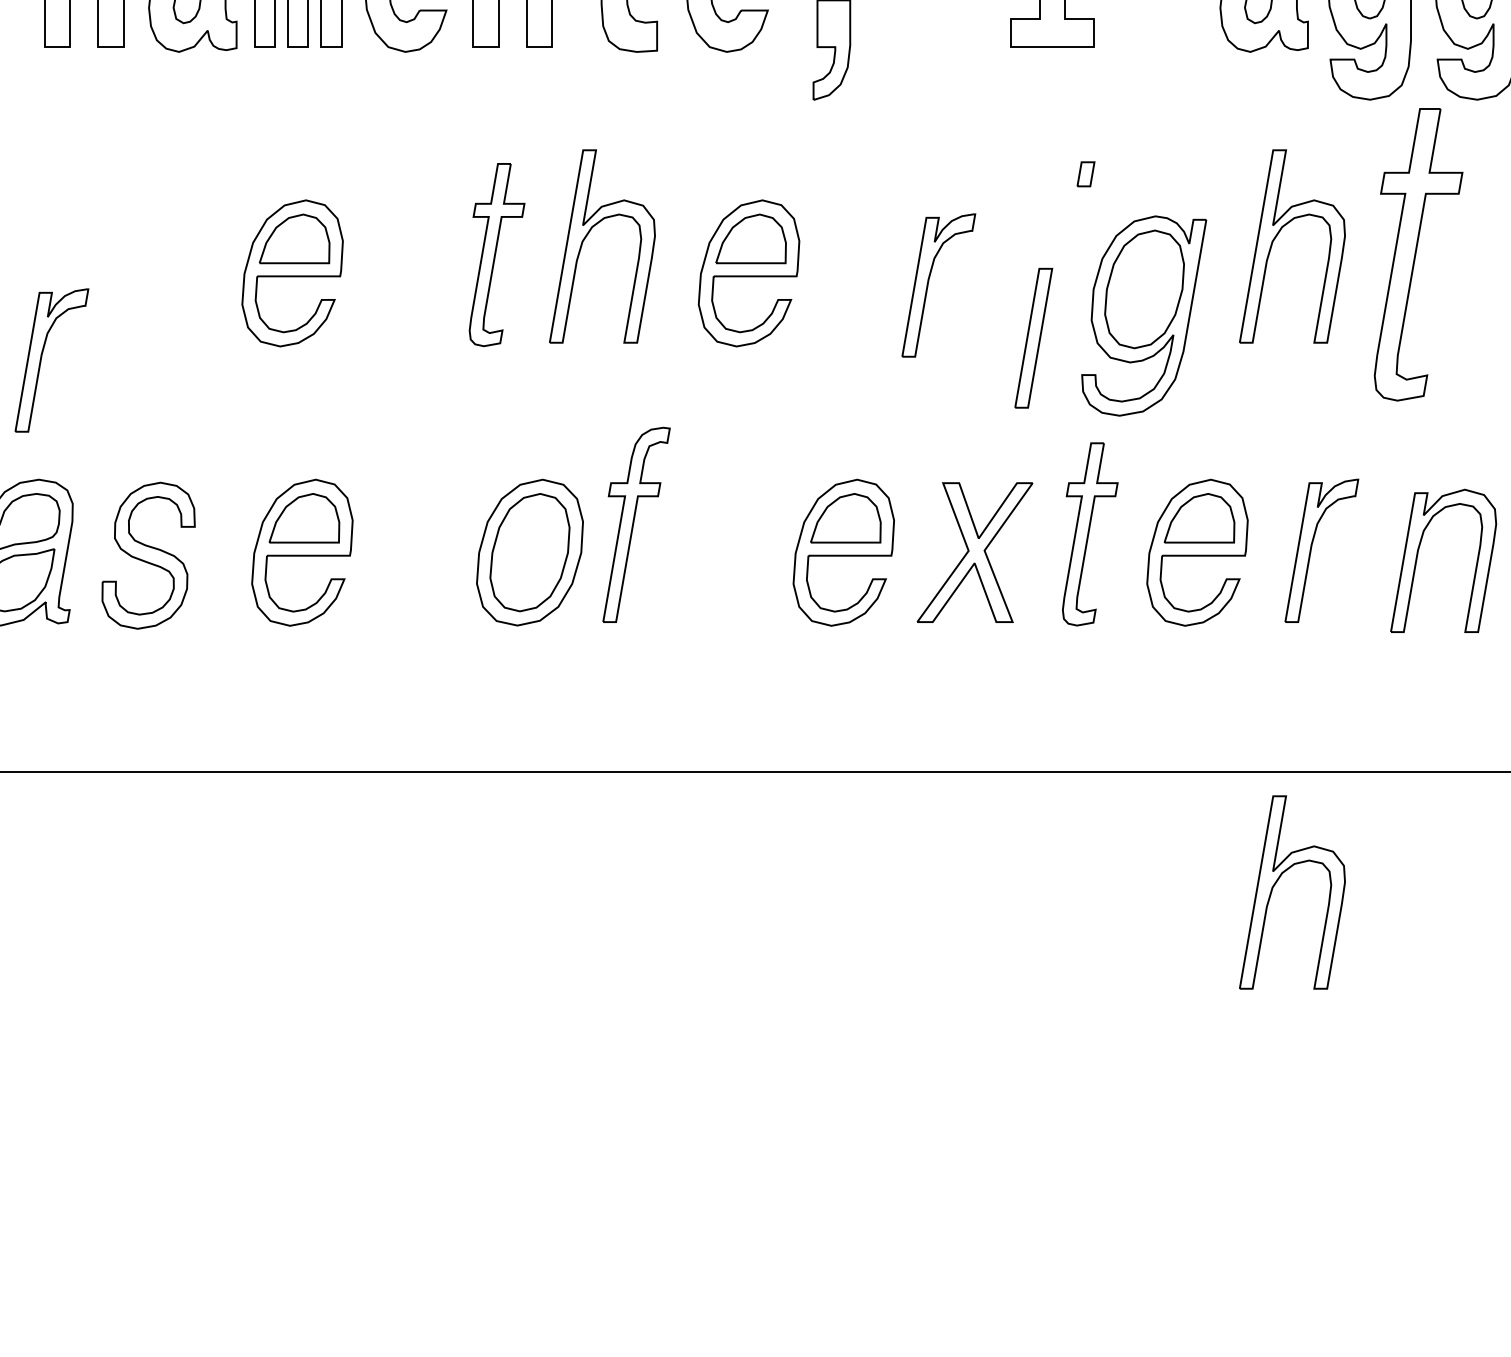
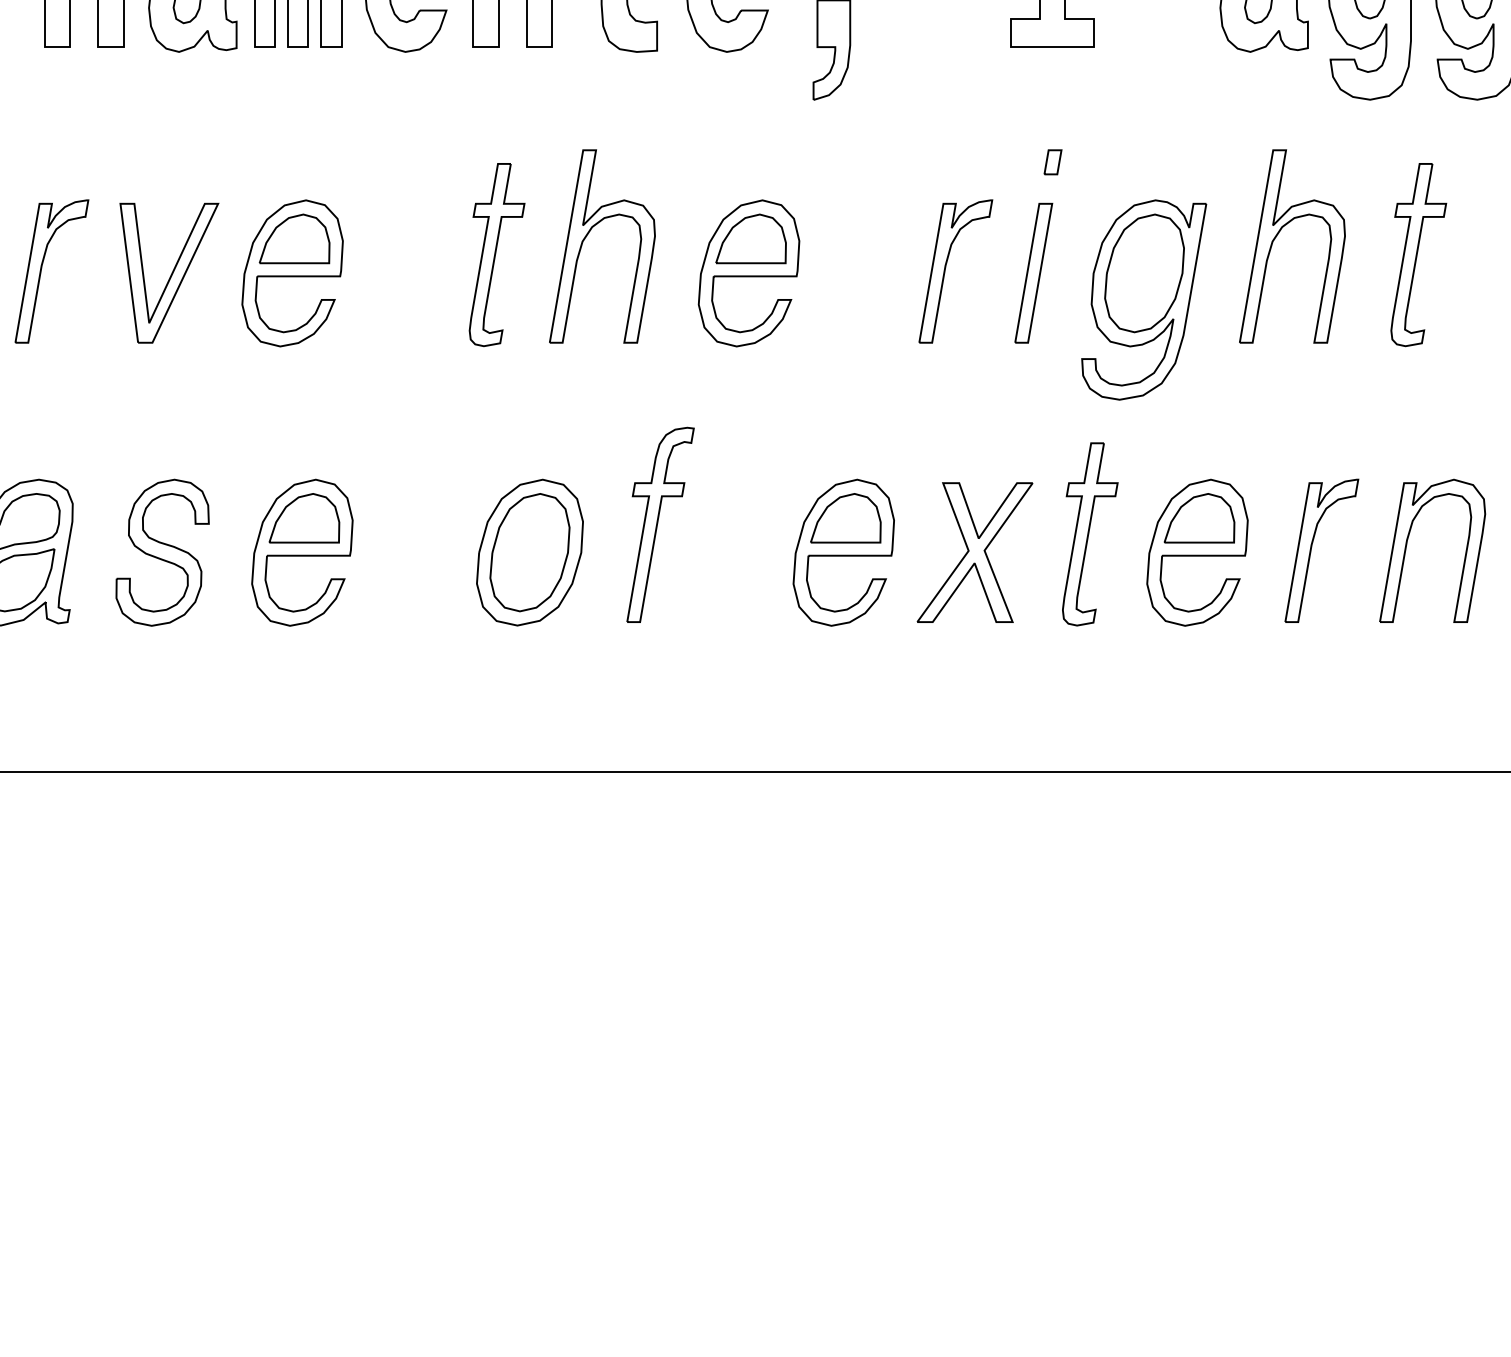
part at (1085, 174) position: (1085, 174) -> (1052, 162)
part at (1418, 254) size: 91x294 px -> 58x185 px
part at (169, 272): none -> present
part at (929, 281) position: (929, 281) -> (946, 267)
part at (1144, 315) position: (1144, 315) -> (1144, 299)
part at (1033, 337) position: (1033, 337) -> (1033, 272)
part at (42, 357) position: (42, 357) -> (42, 268)
part at (636, 524) position: (636, 524) -> (660, 524)
part at (1418, 554) position: (1418, 554) -> (1407, 544)
part at (148, 555) position: (148, 555) -> (162, 552)
part at (1277, 882): present -> none
